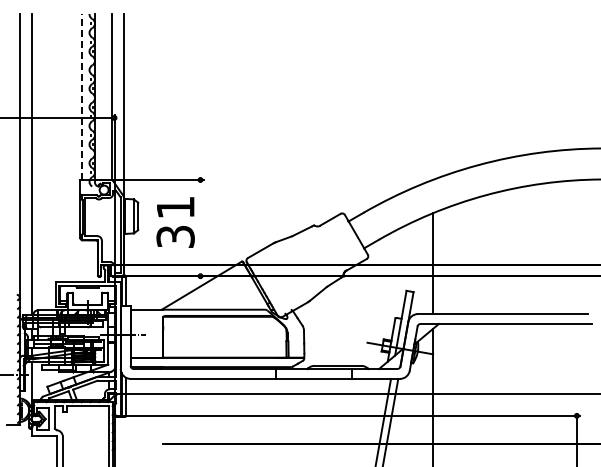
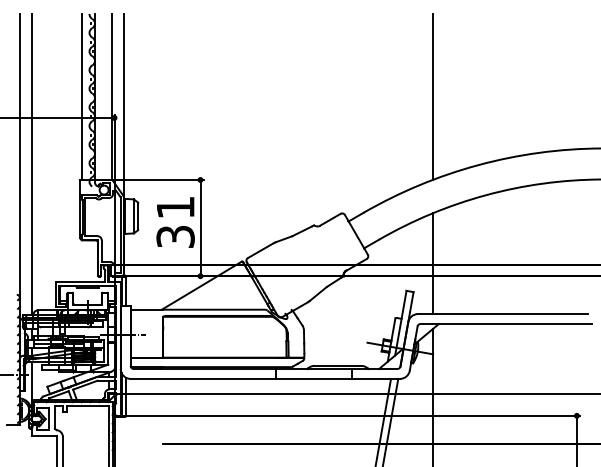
line at (81, 96): dashed -> solid
line at (432, 96): none -> present
line at (200, 227): none -> present
